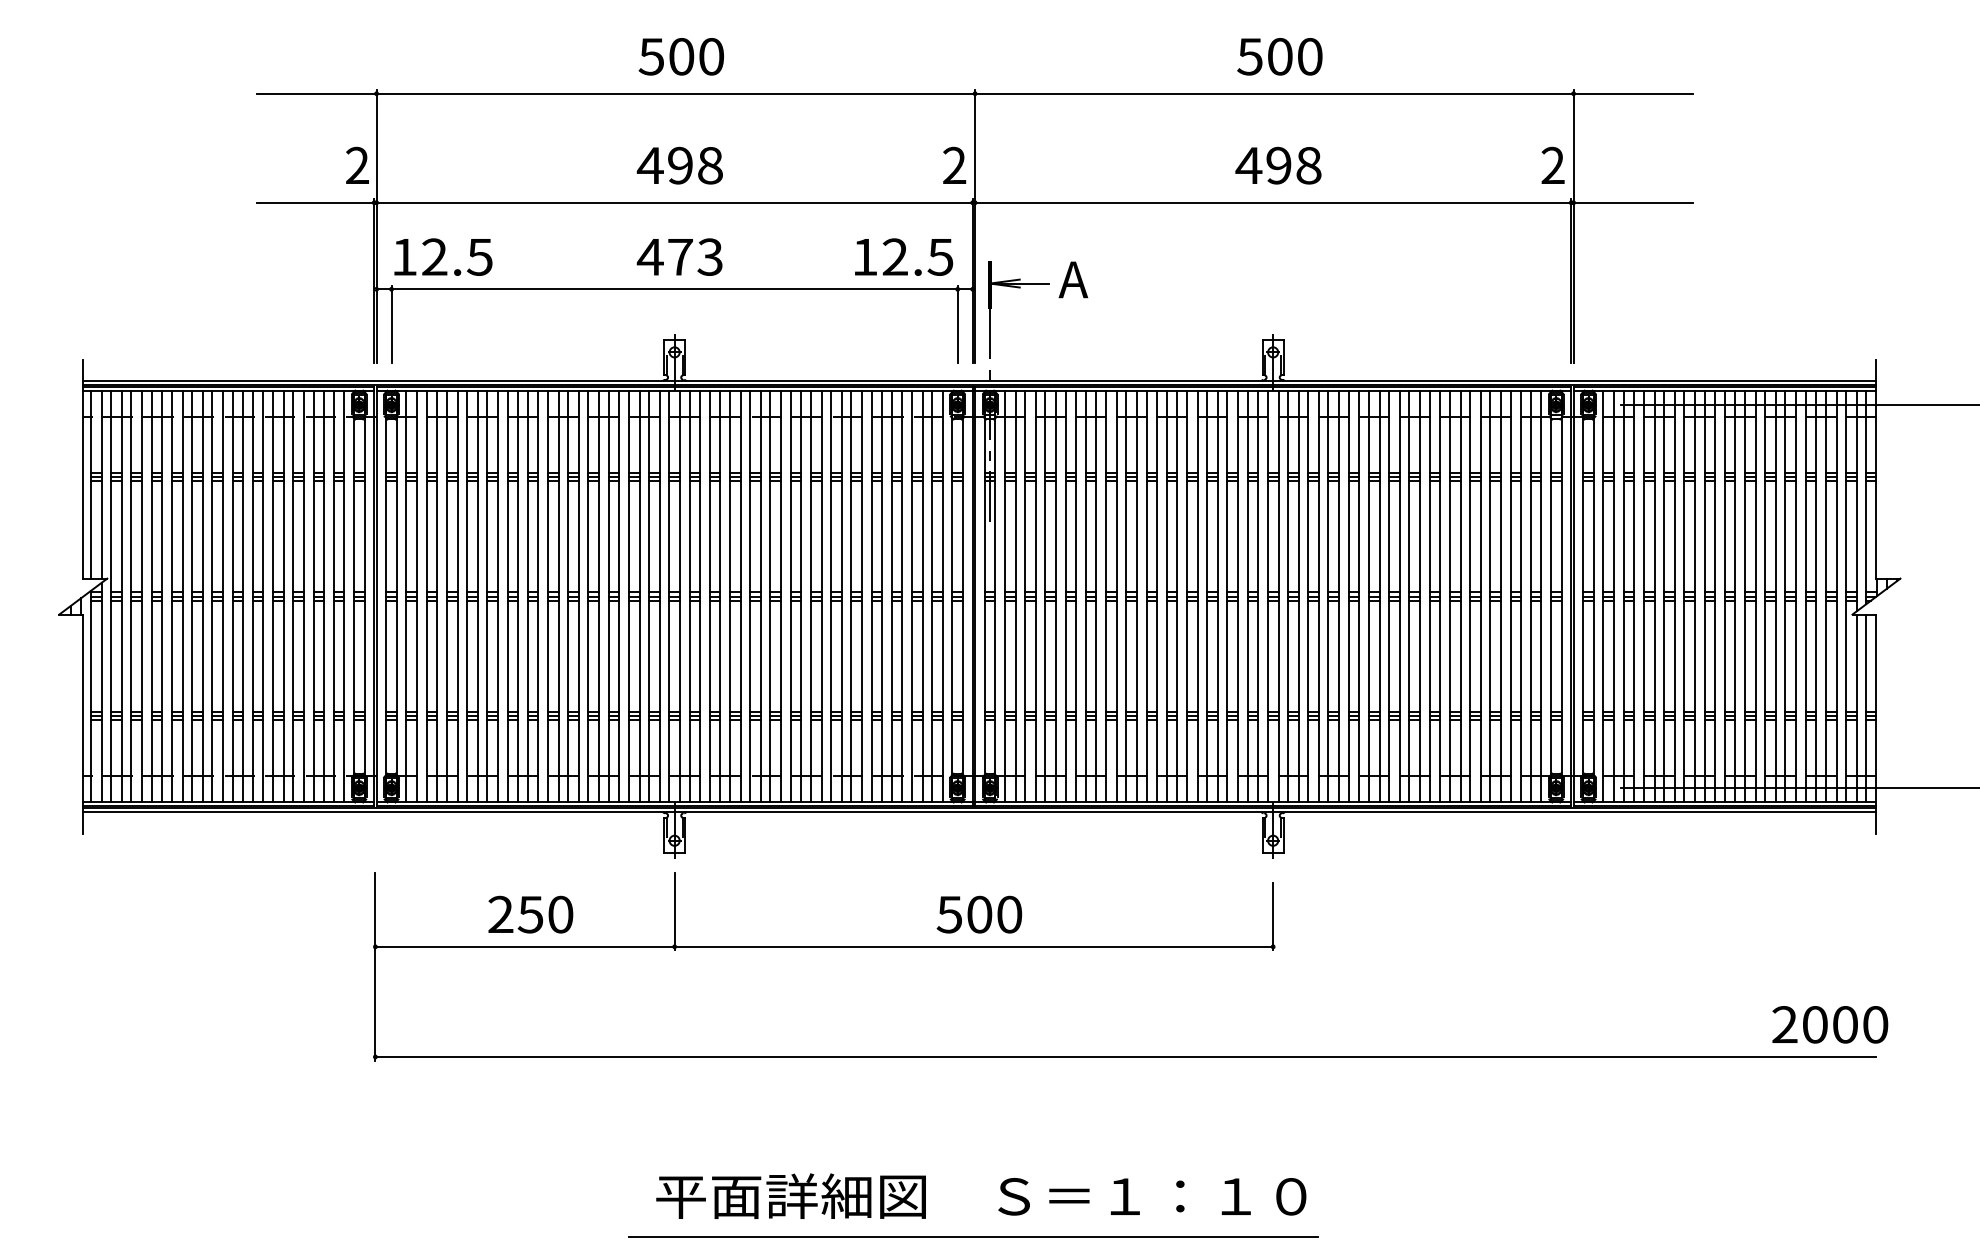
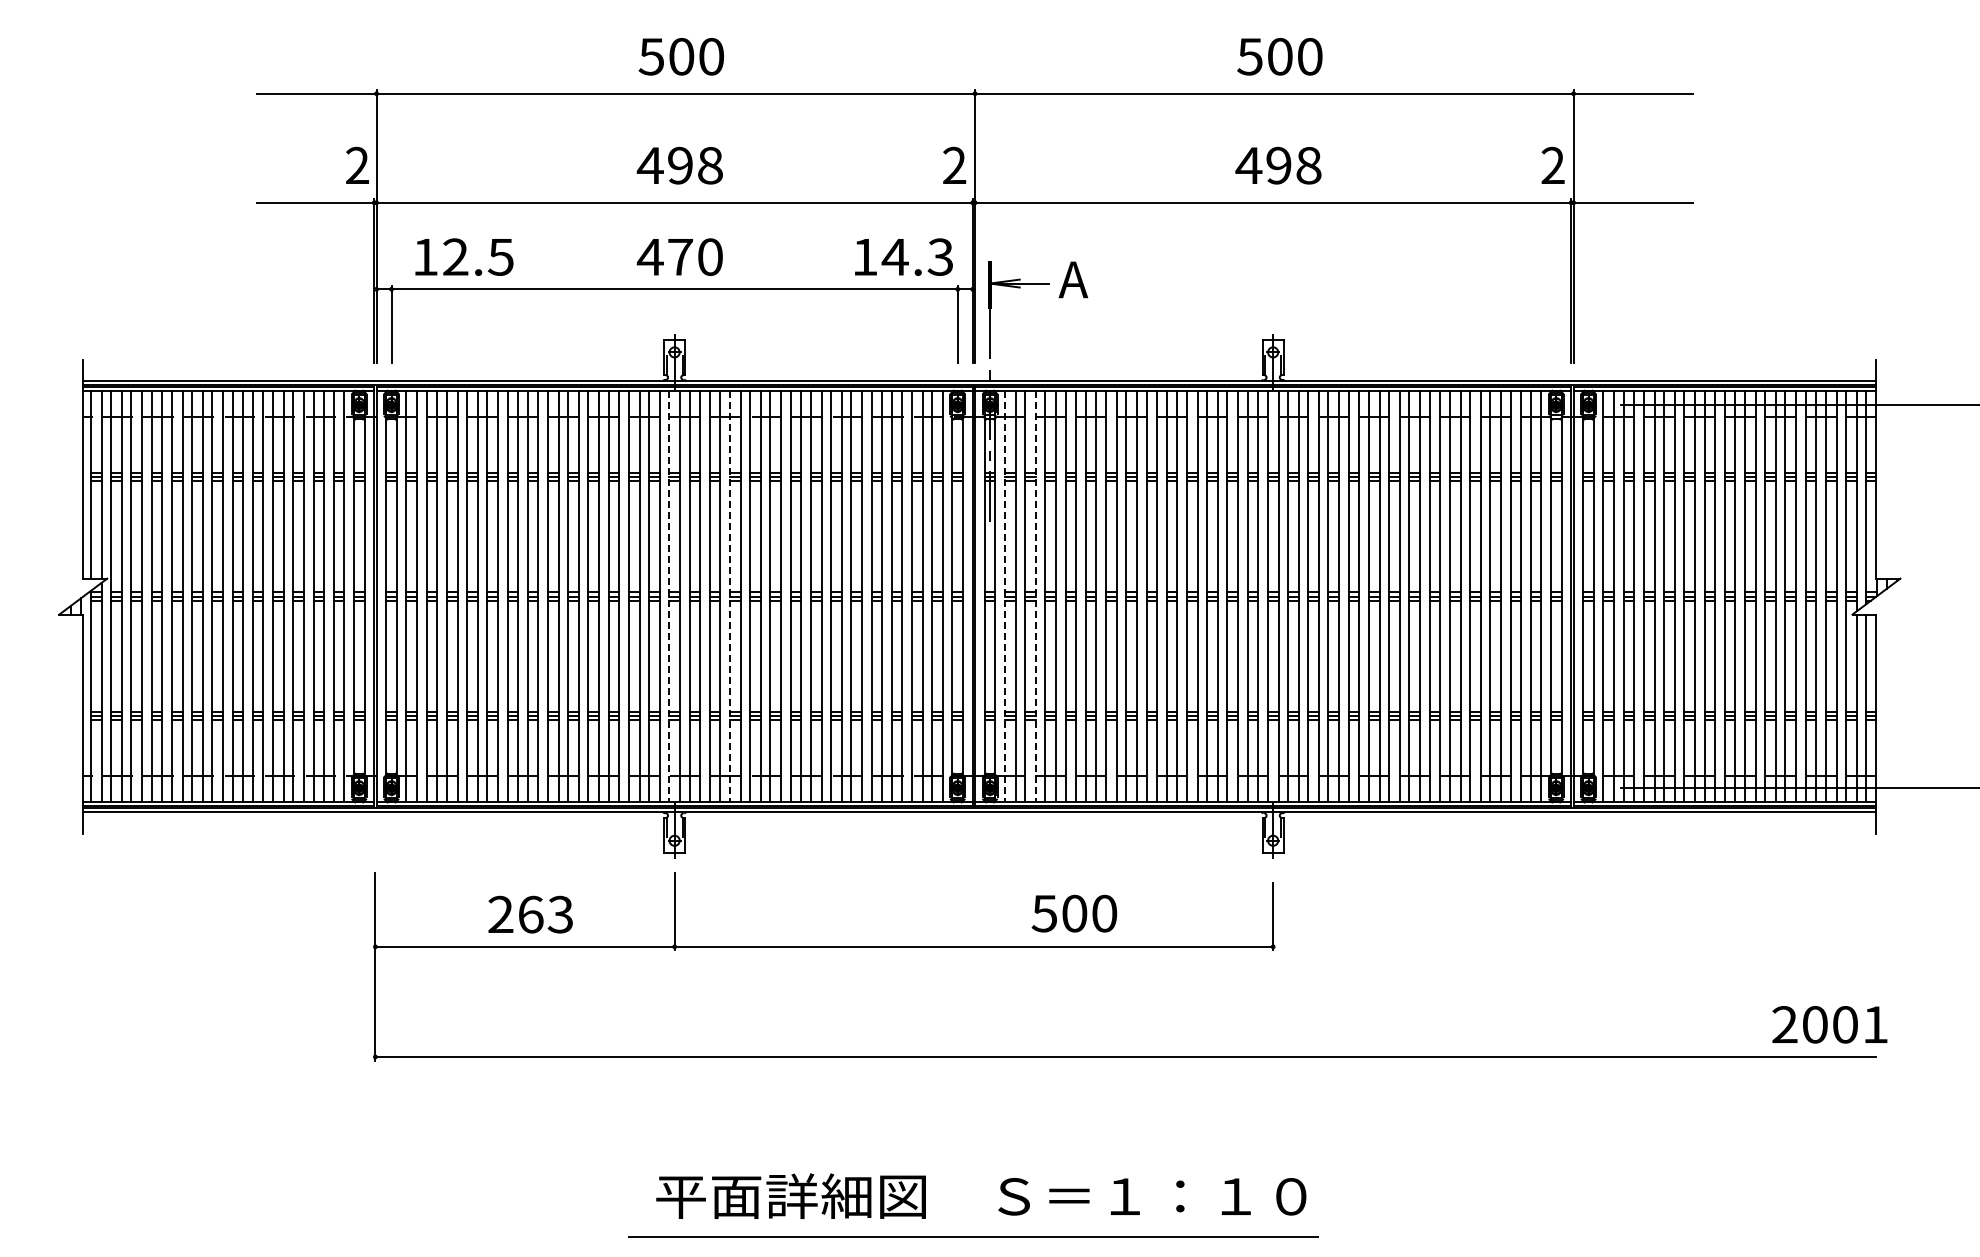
text at (443, 256) position: (443, 256) -> (464, 256)
text at (709, 256): 473 -> 470
text at (917, 256): 12.5 -> 14.3
line at (669, 596): solid -> dashed
line at (729, 596): solid -> dashed
line at (1004, 596): solid -> dashed
line at (1035, 596): solid -> dashed
text at (545, 914): 250 -> 263
text at (979, 914) position: (979, 914) -> (1074, 913)
text at (1875, 1024): 2000 -> 2001
